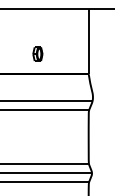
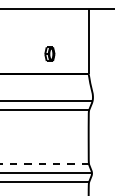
part at (37, 53) position: (37, 53) -> (49, 53)
line at (44, 164): solid -> dashed
